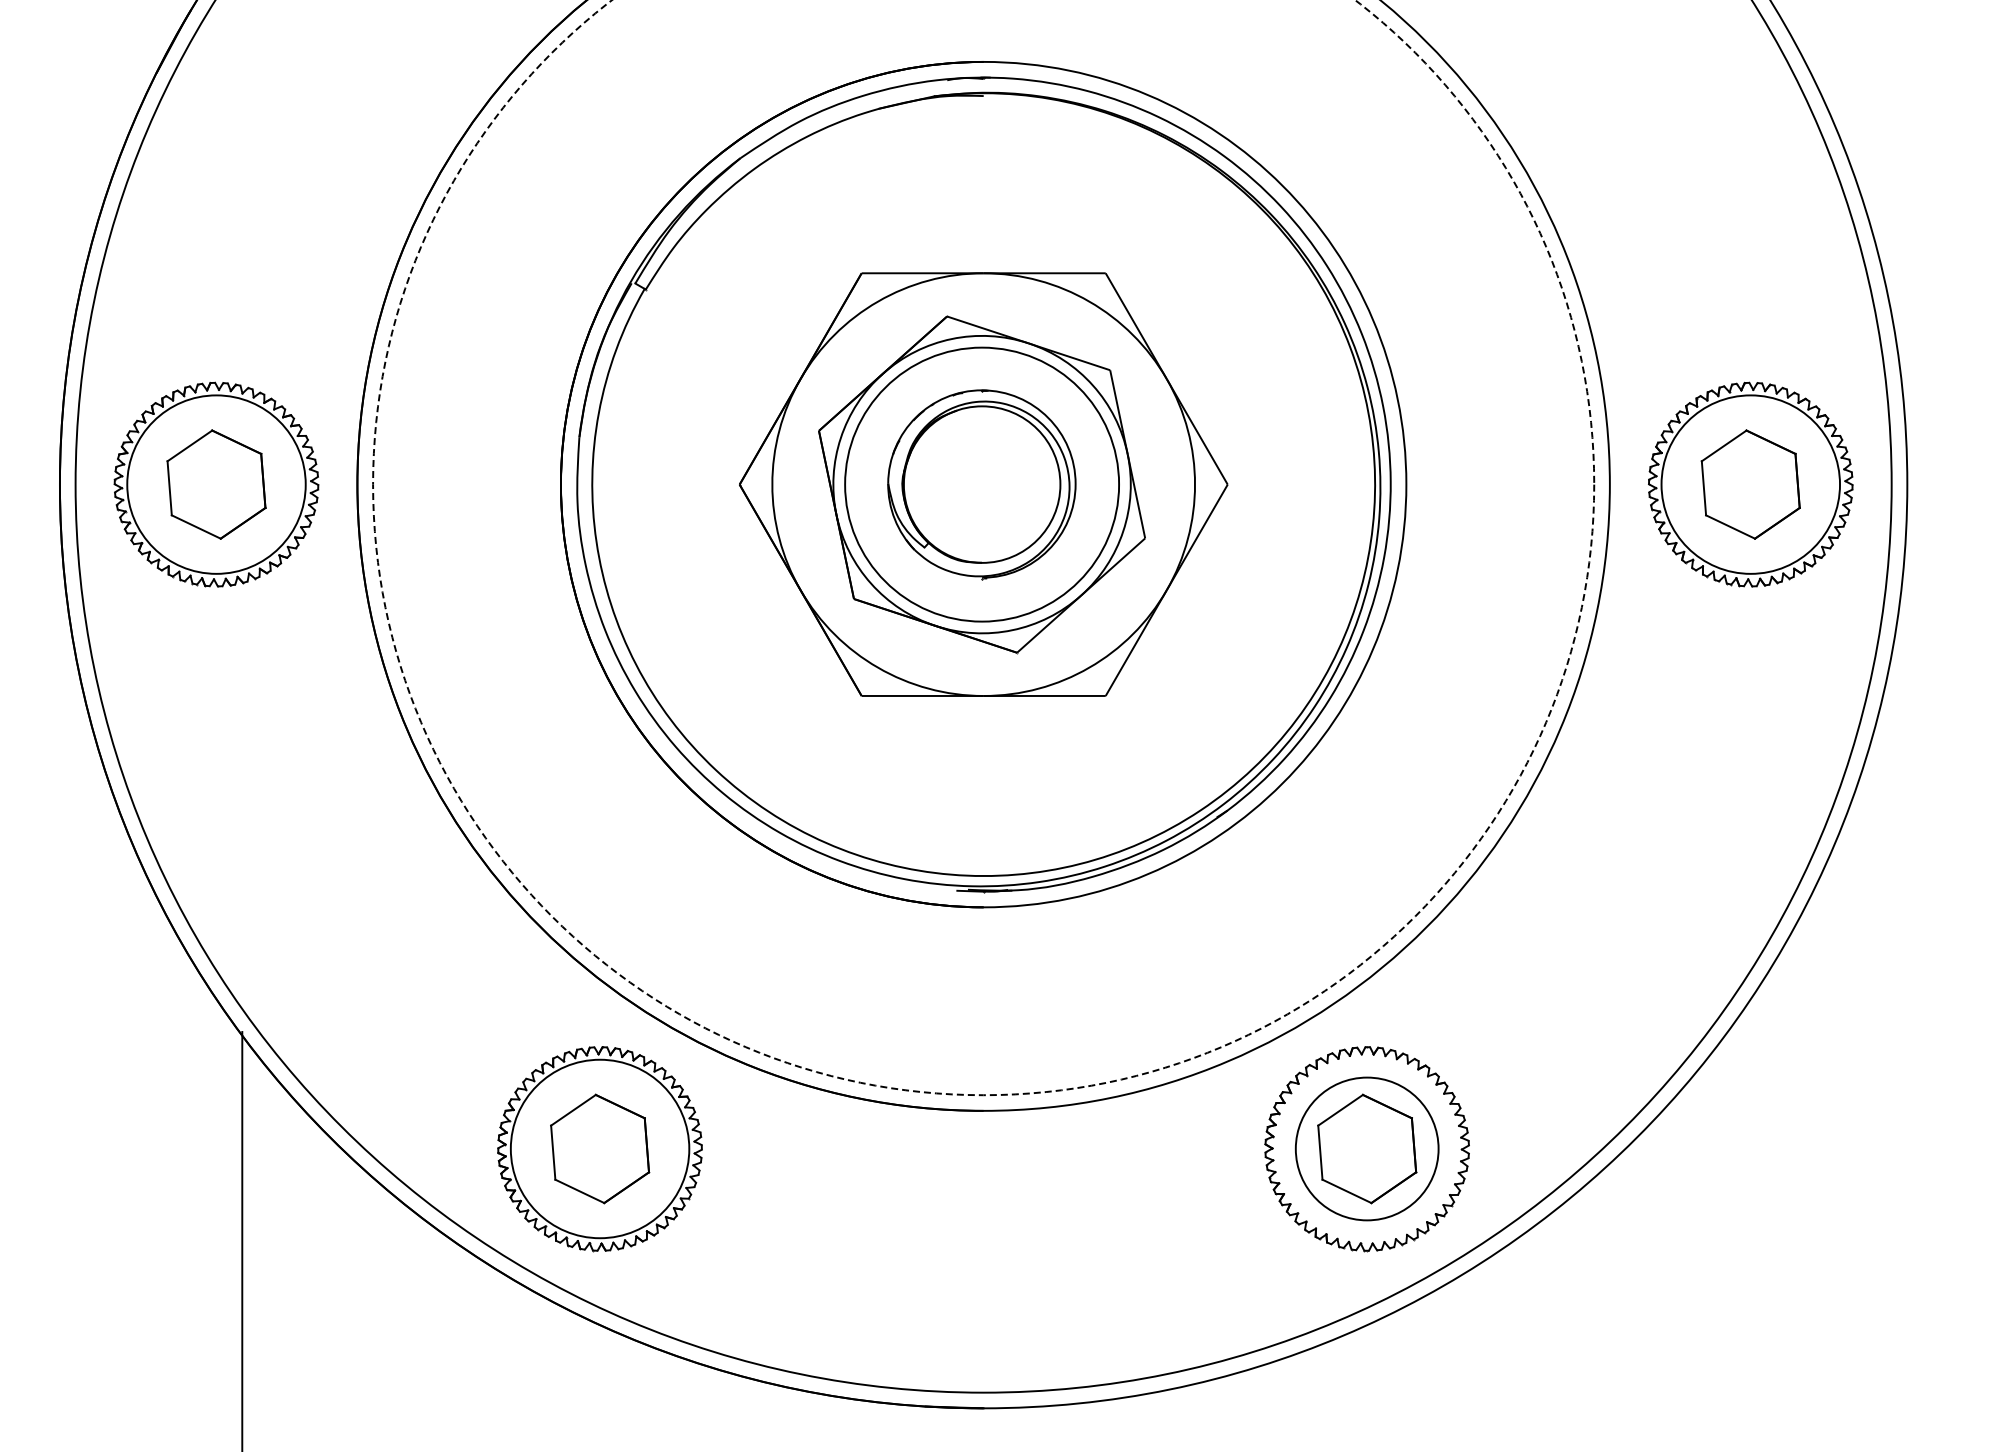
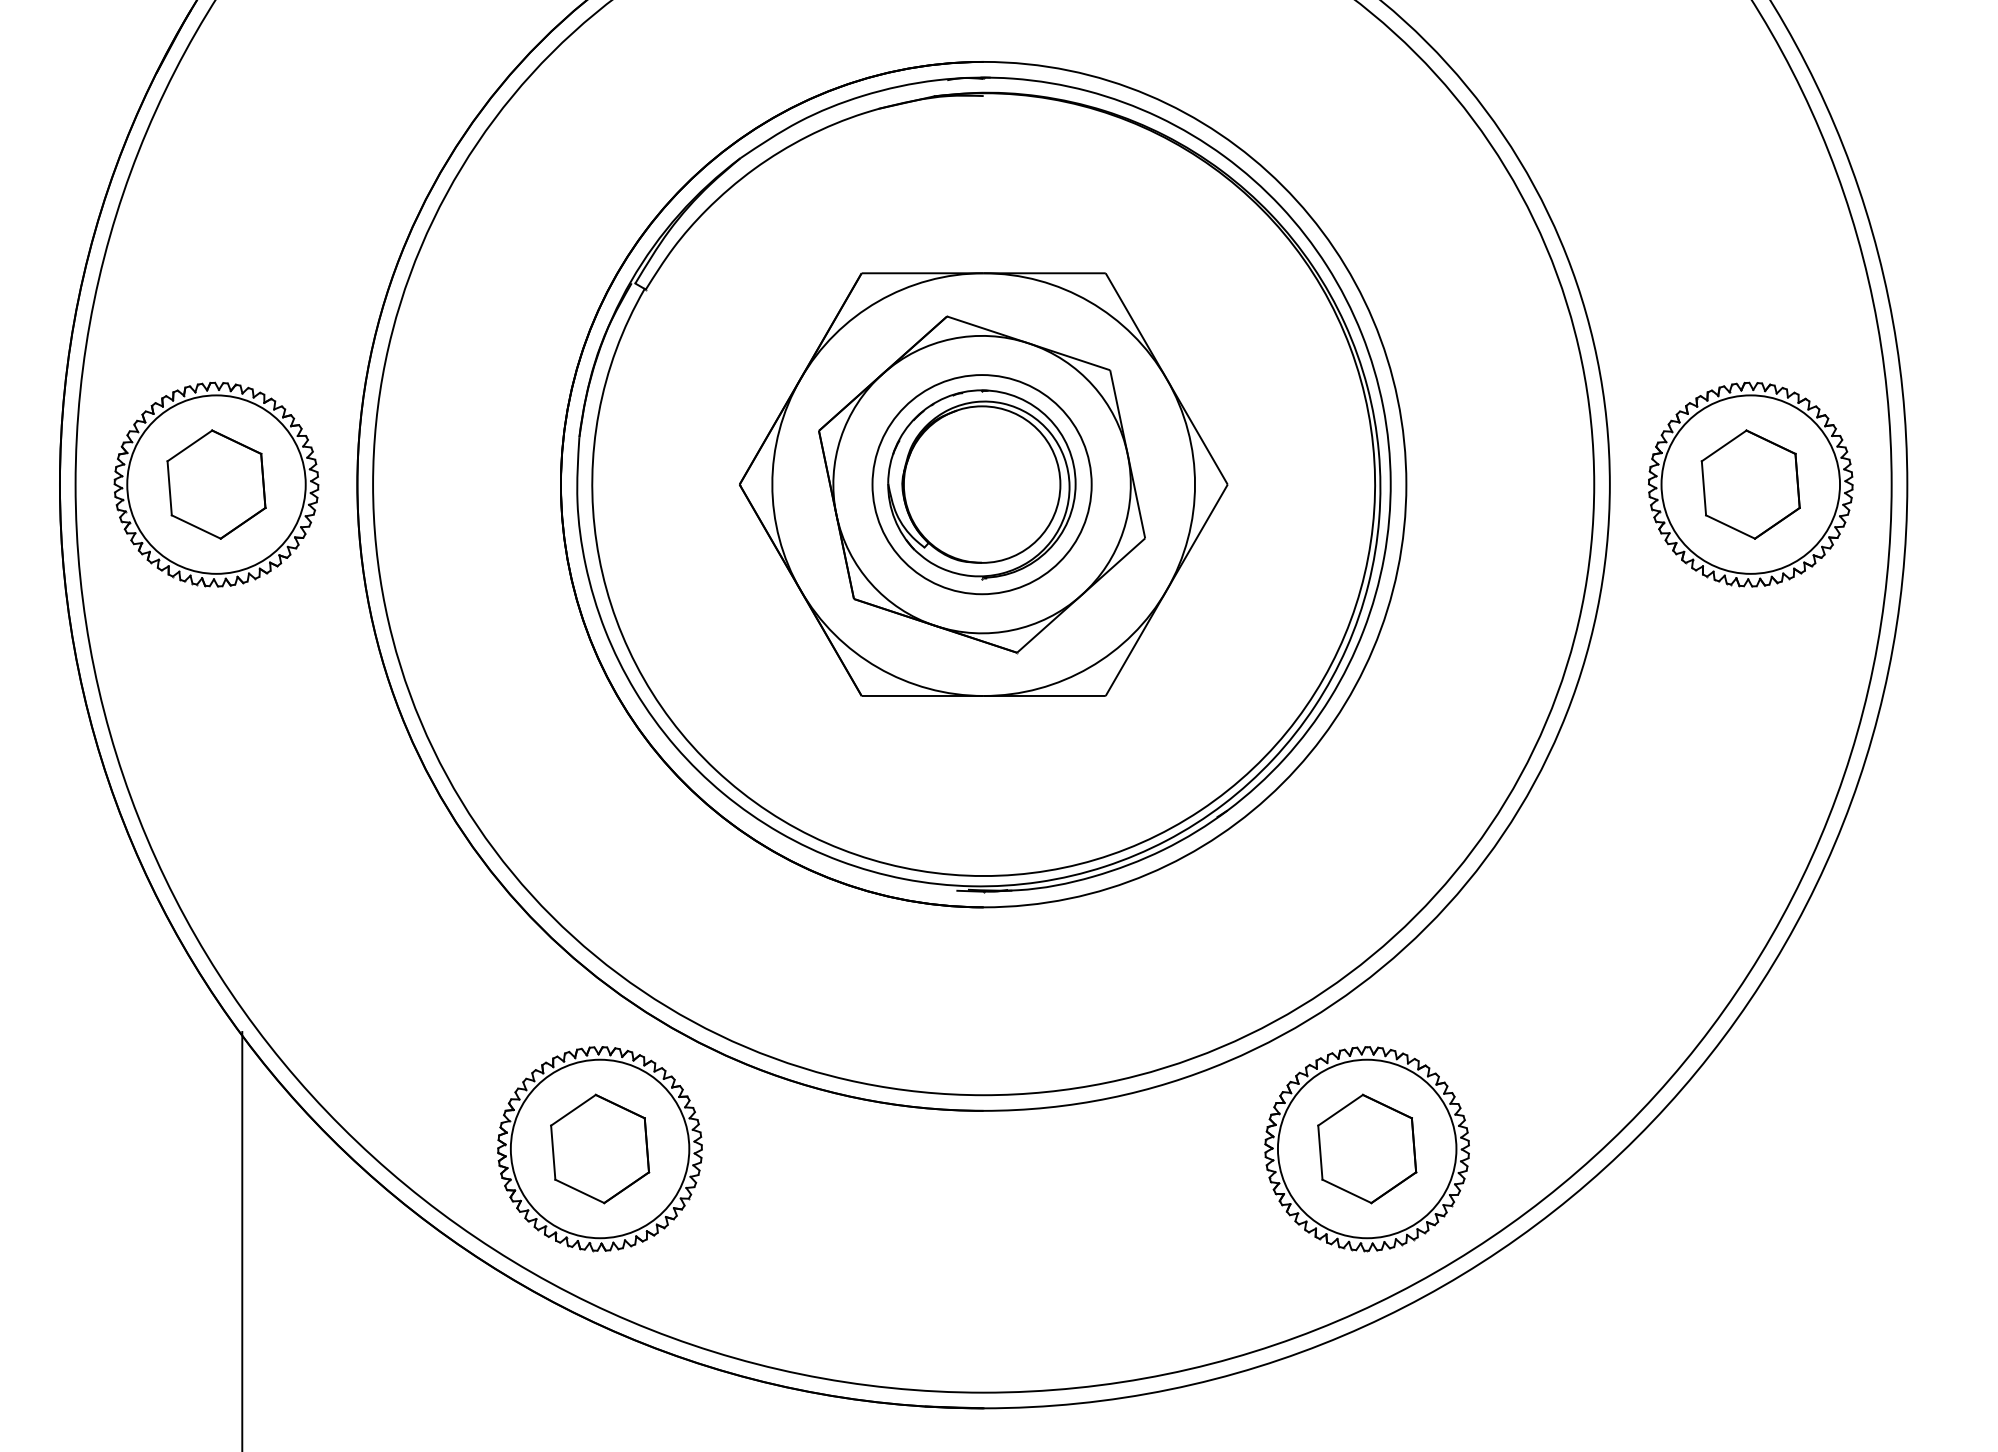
circle at (982, 484) diameter: 274 px -> 219 px
circle at (983, 547): dashed -> solid
circle at (1366, 1148) diameter: 143 px -> 178 px
